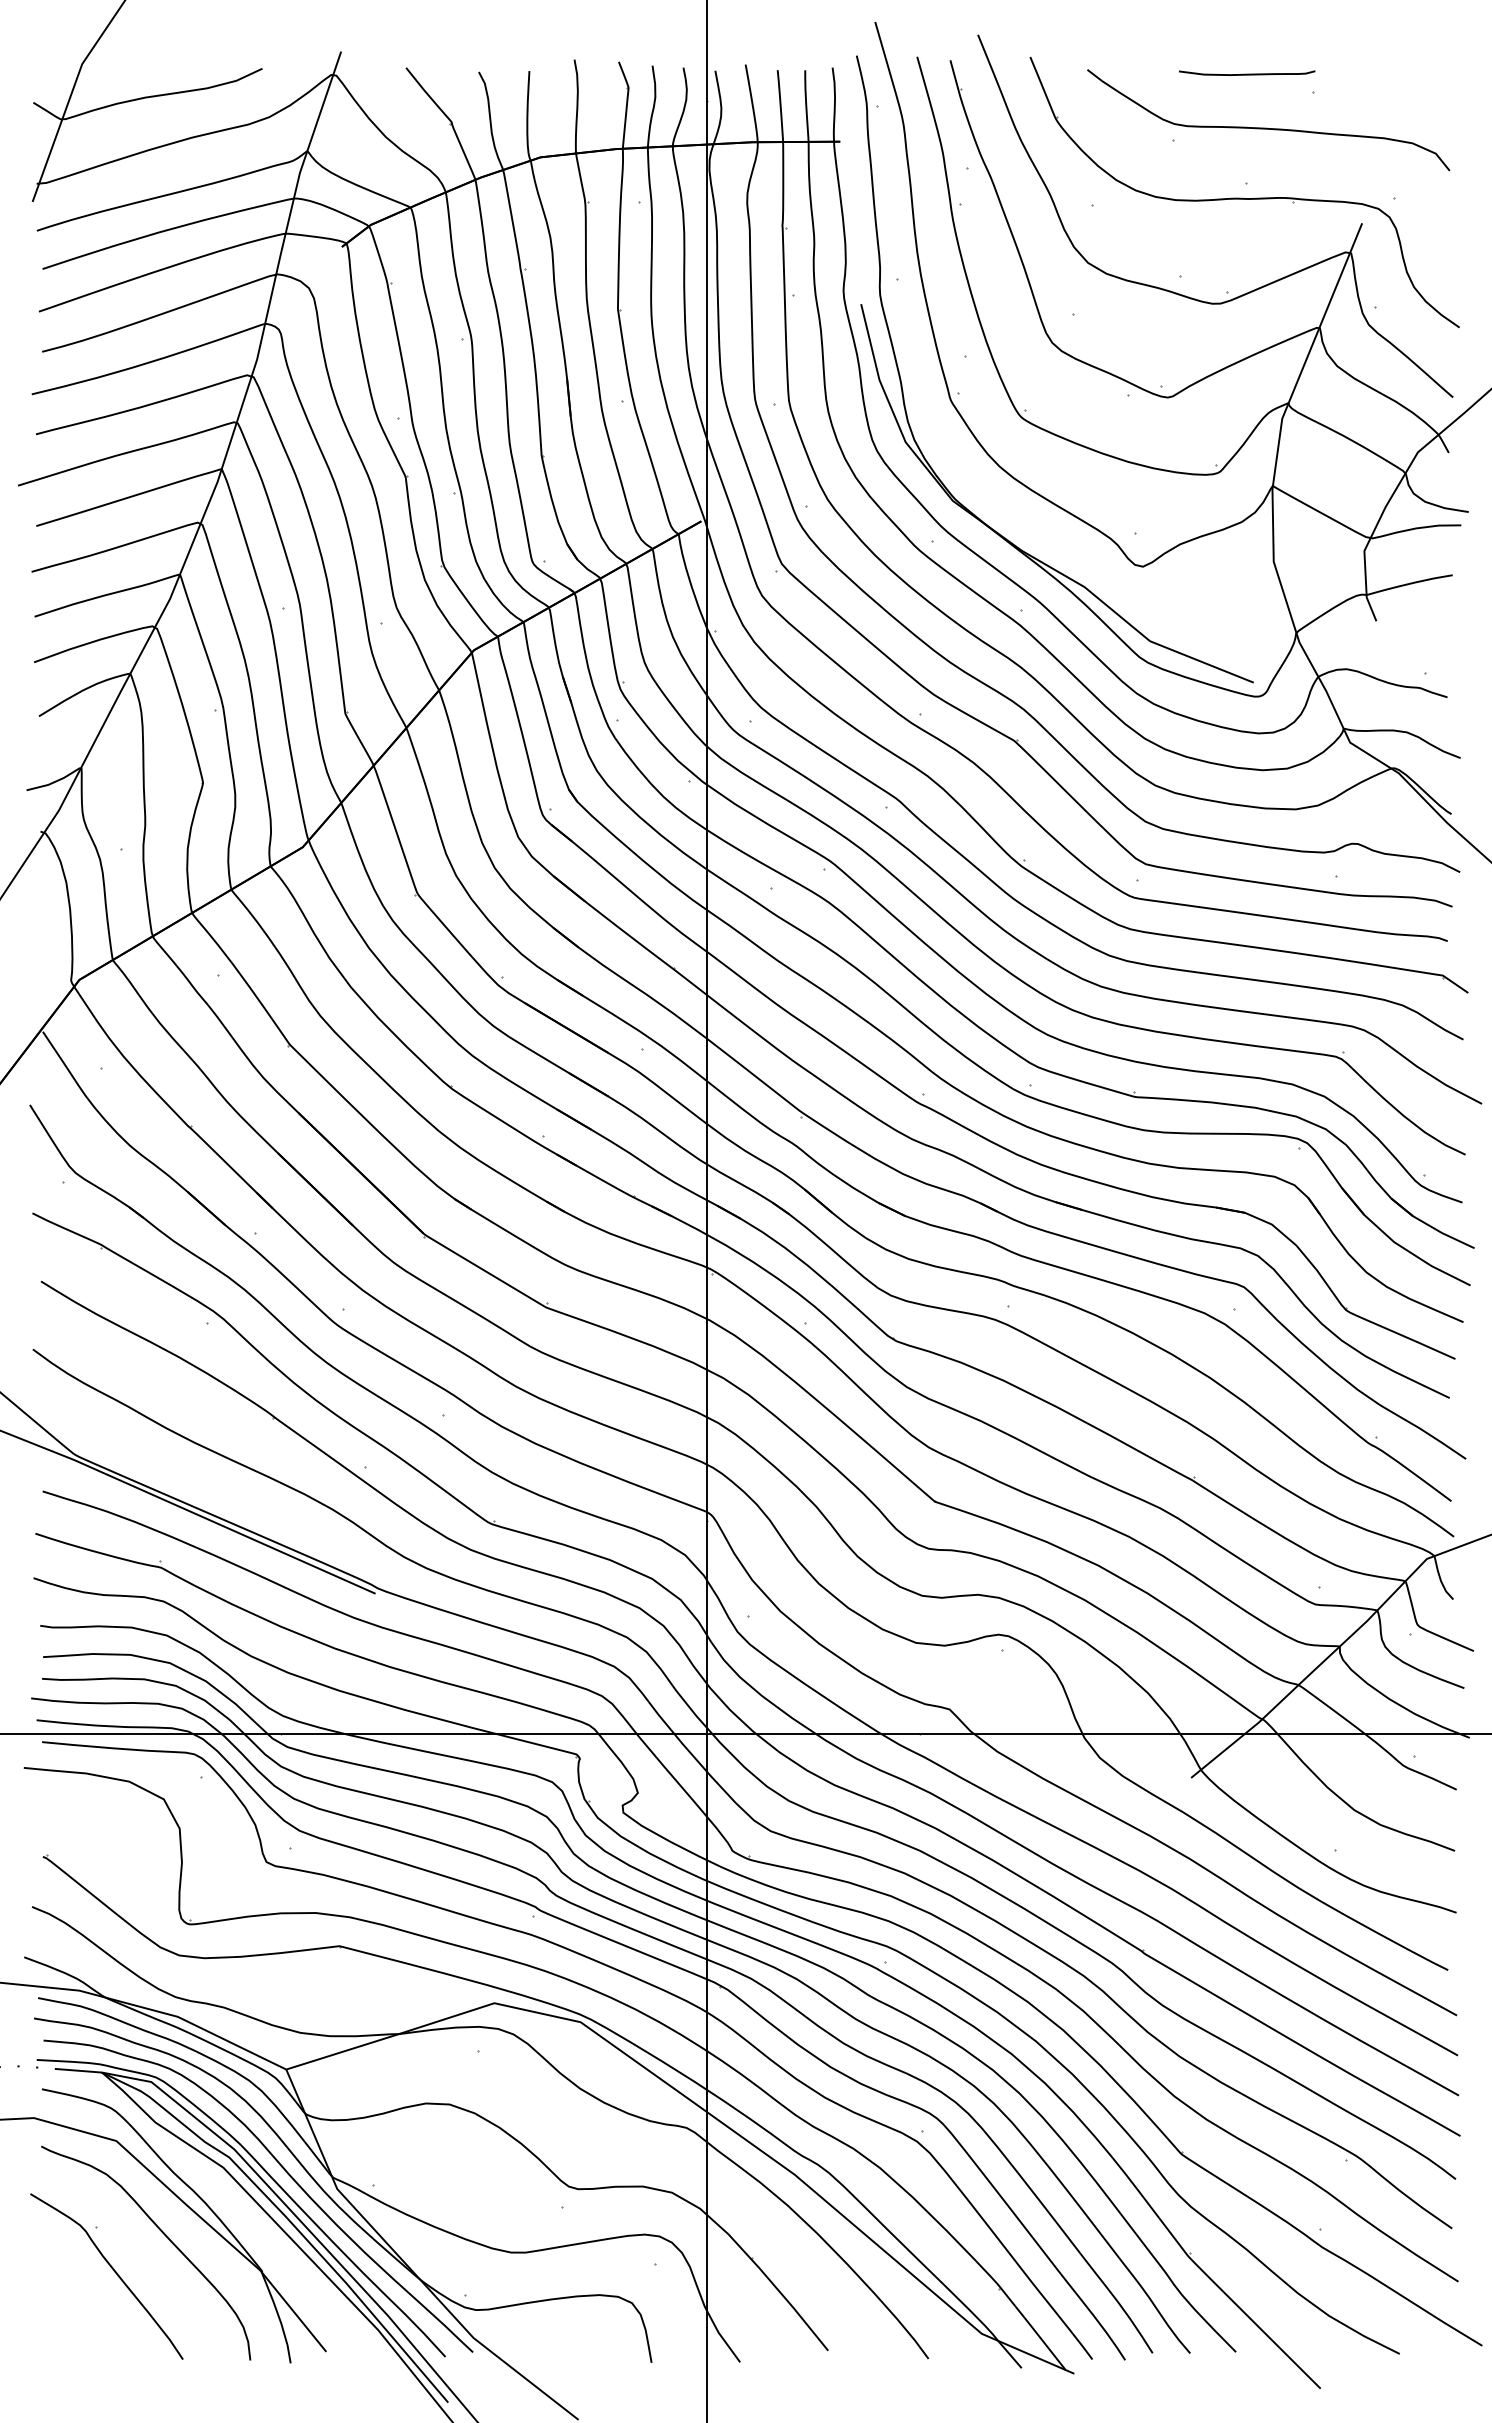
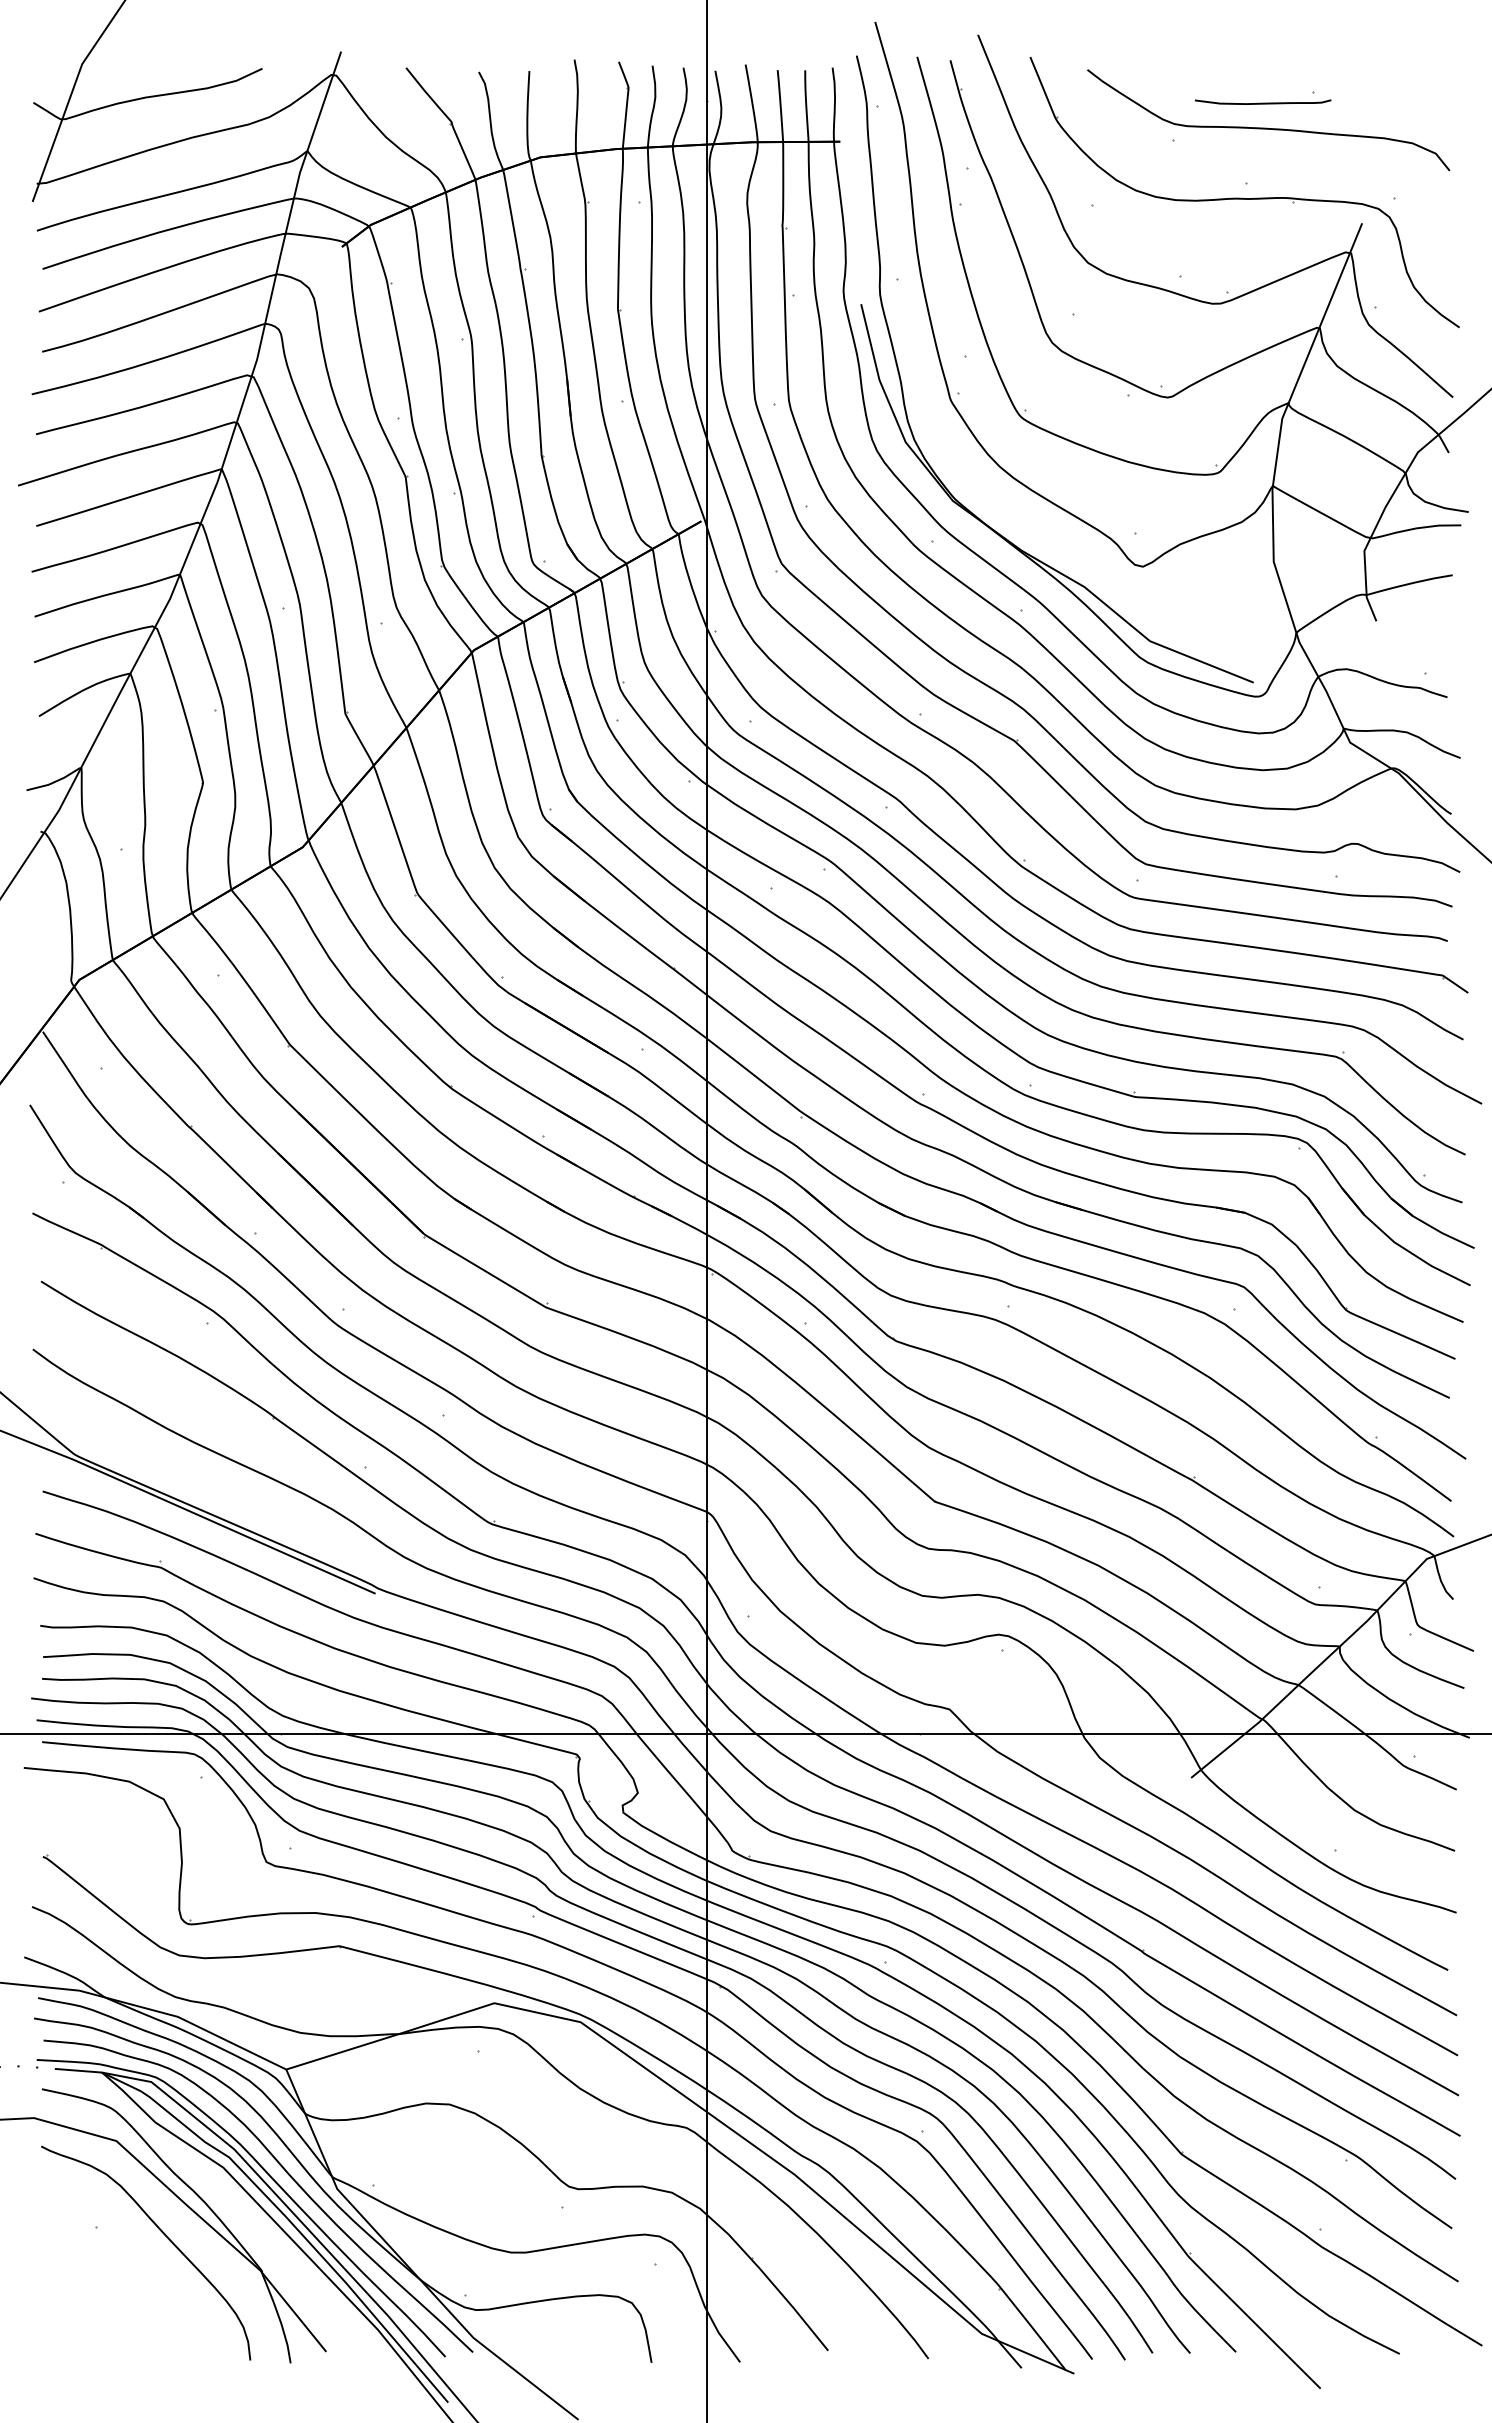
curve at (1247, 73) position: (1247, 73) -> (1263, 102)
curve at (113, 2271): present -> none
